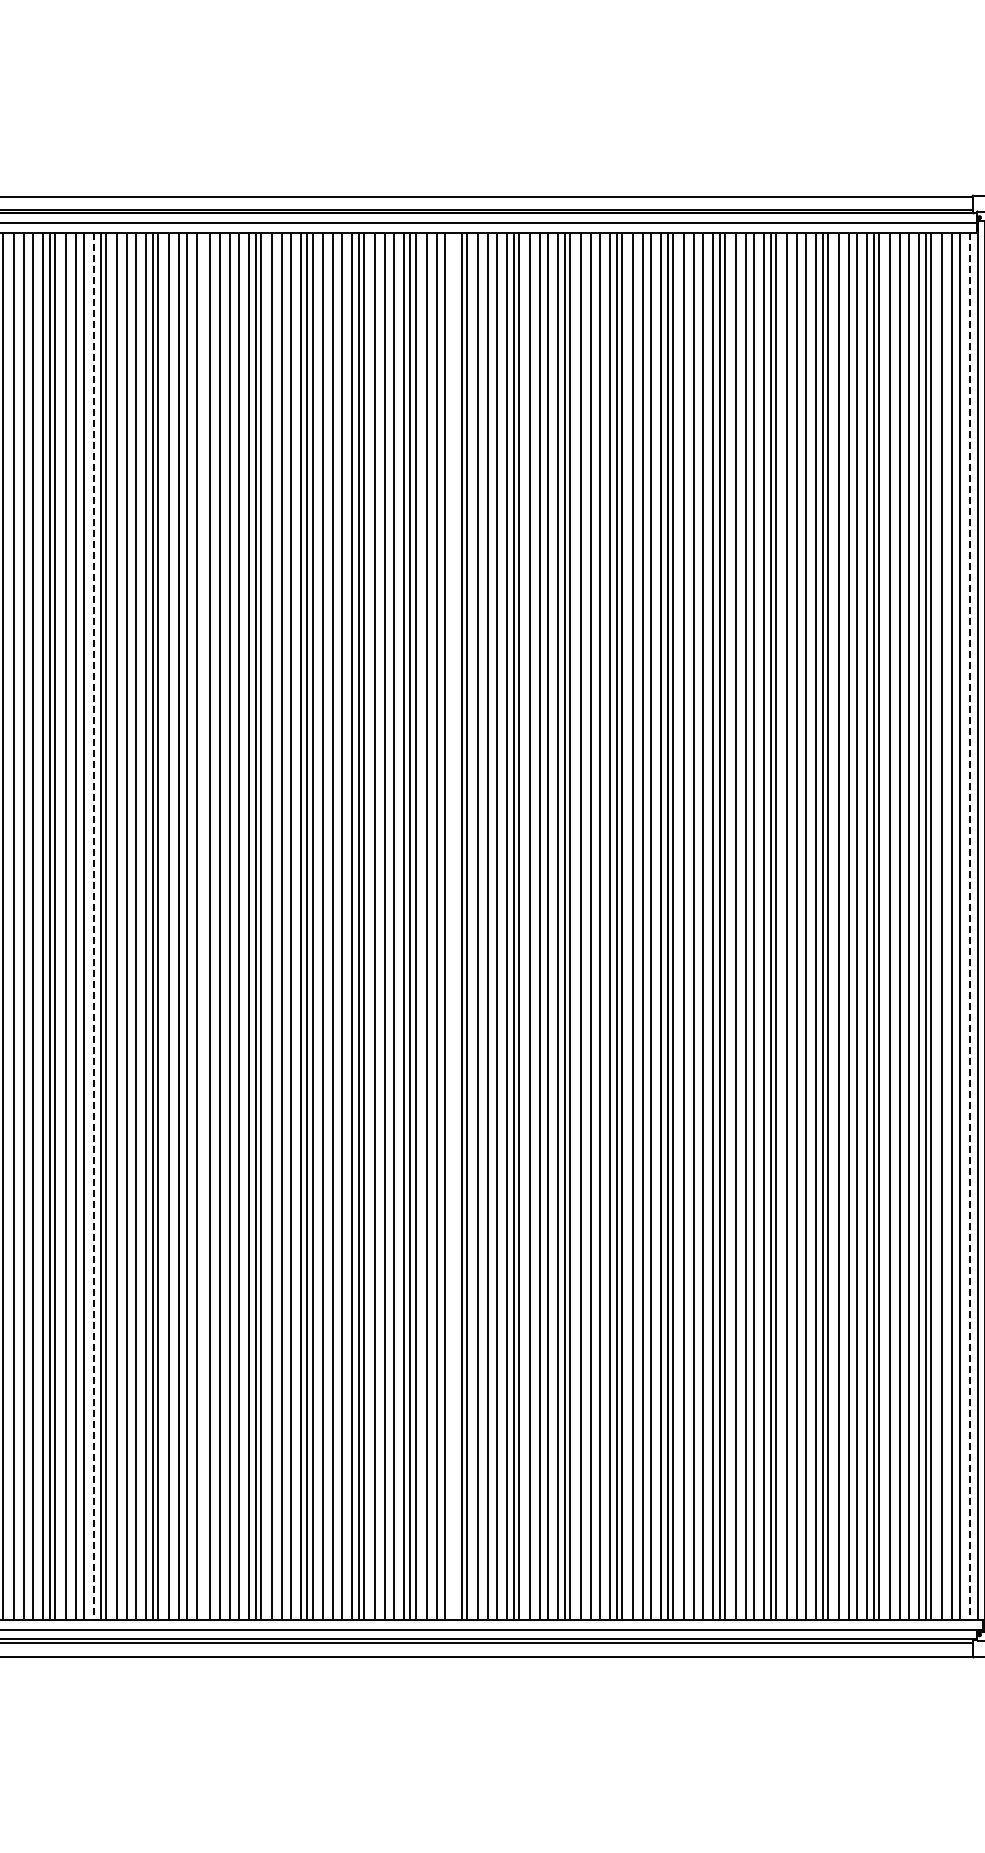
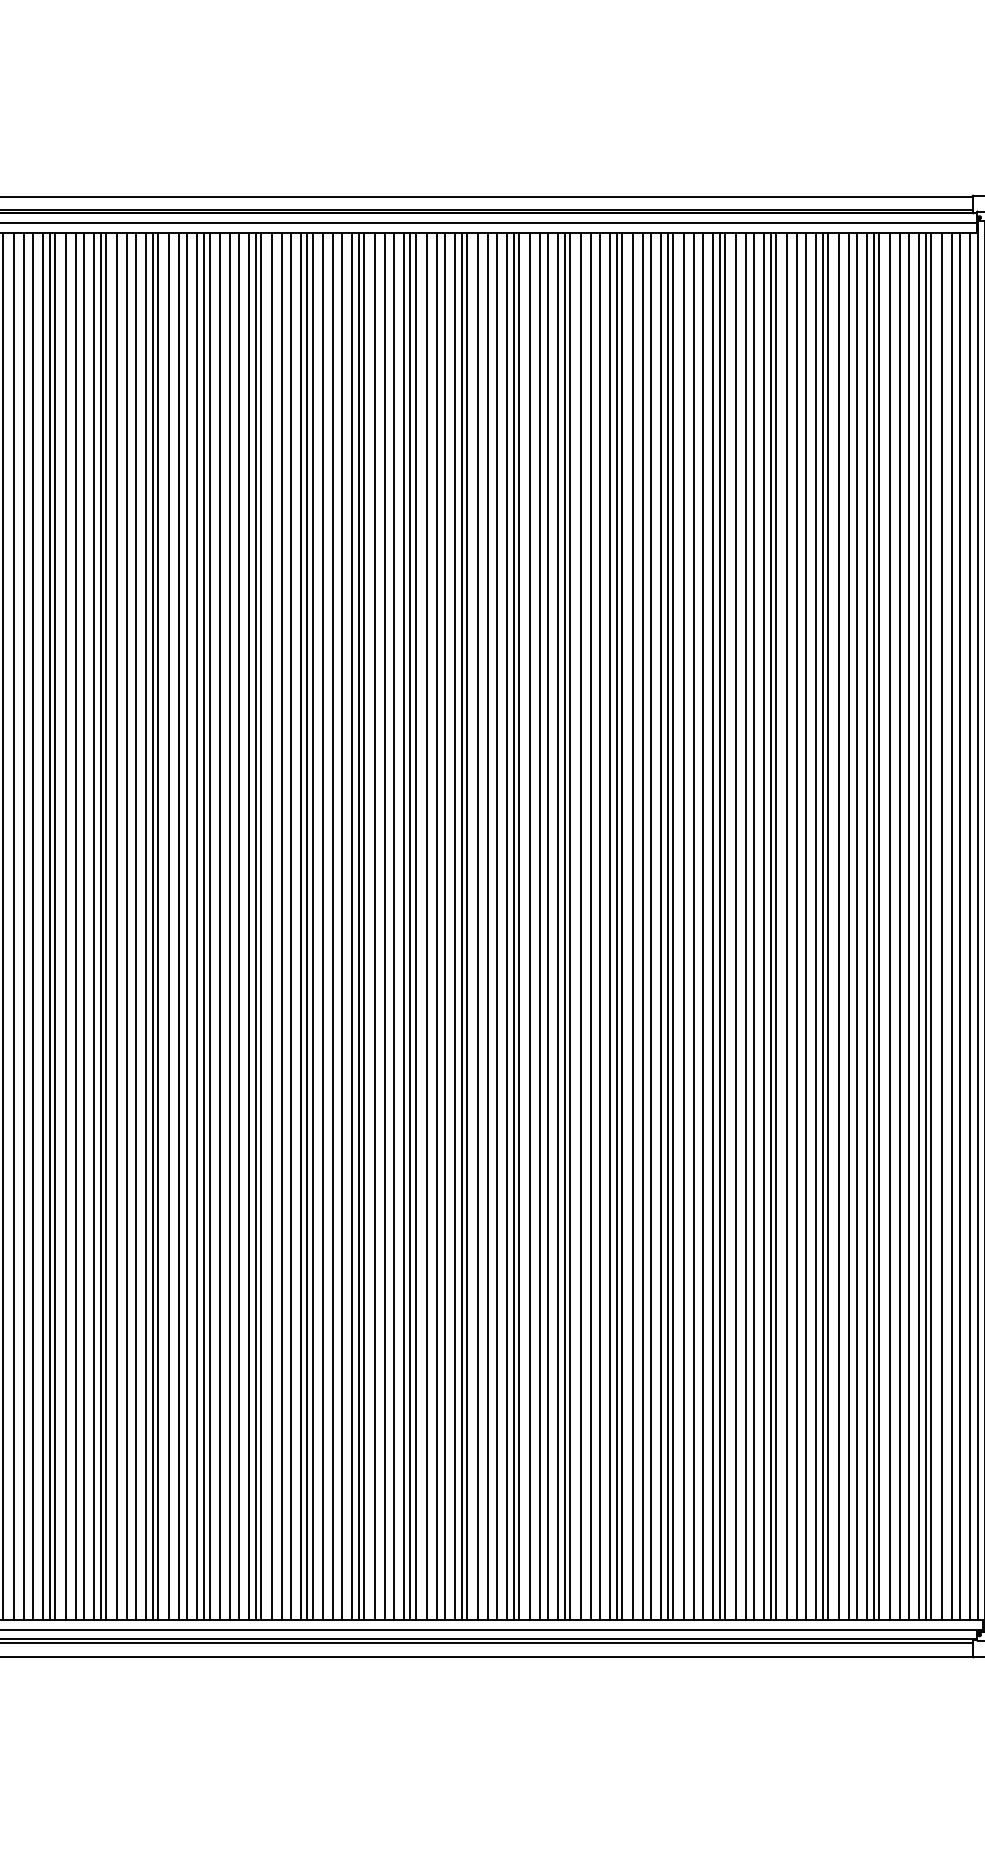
line at (204, 926): none -> present
line at (455, 926): none -> present
line at (94, 927): dashed -> solid
line at (970, 927): dashed -> solid
